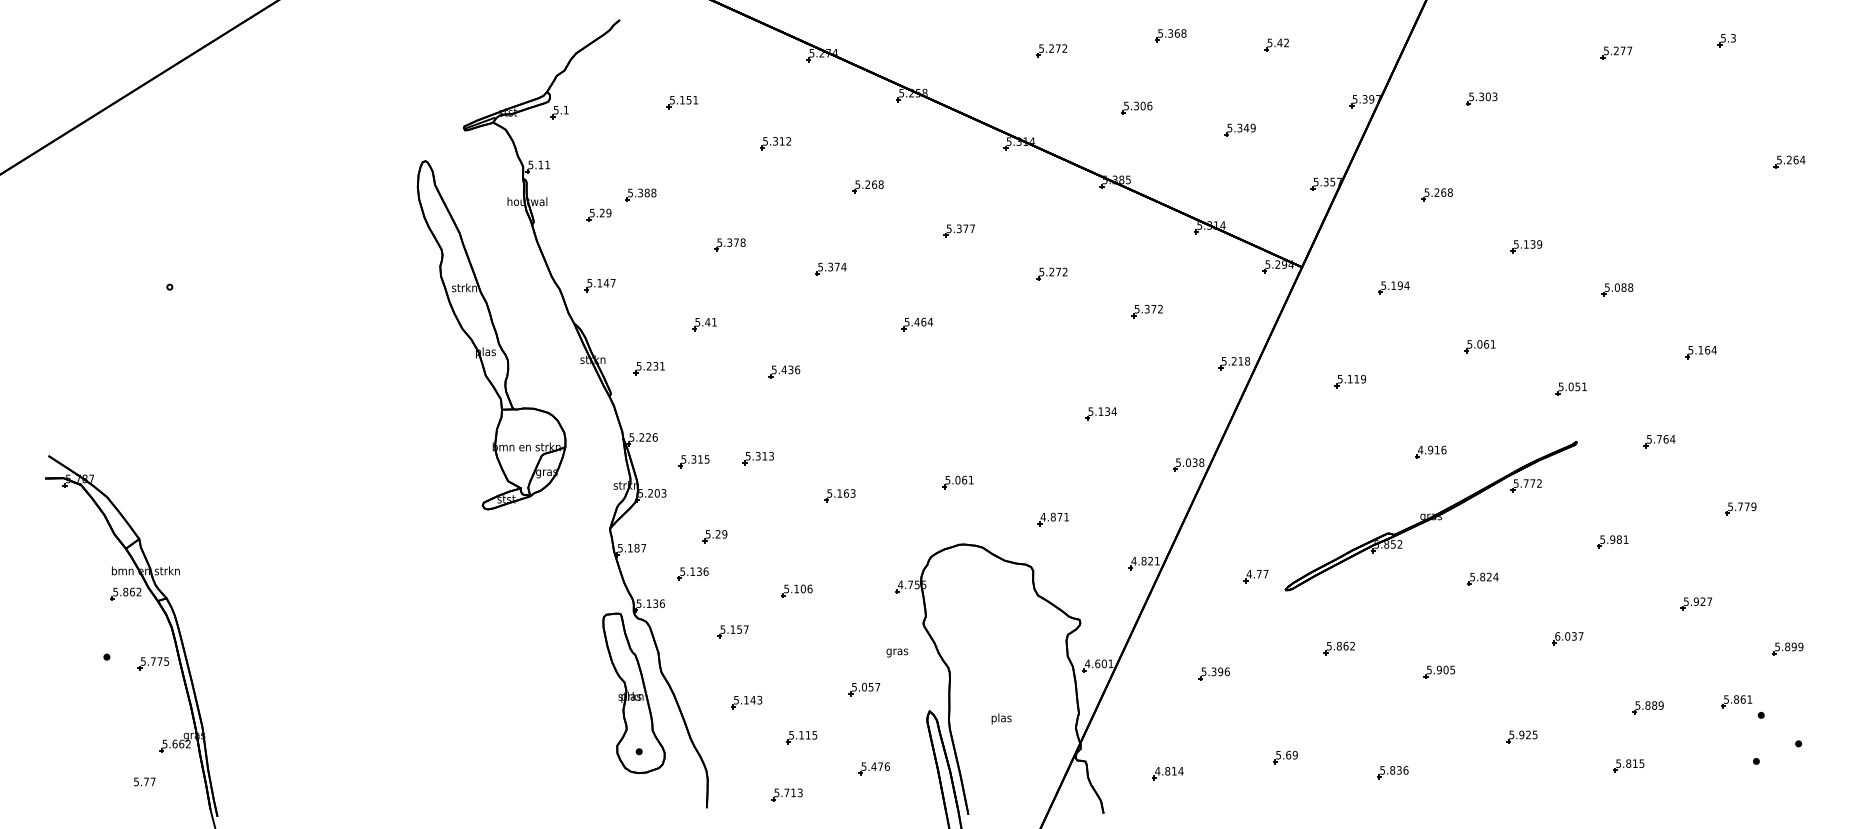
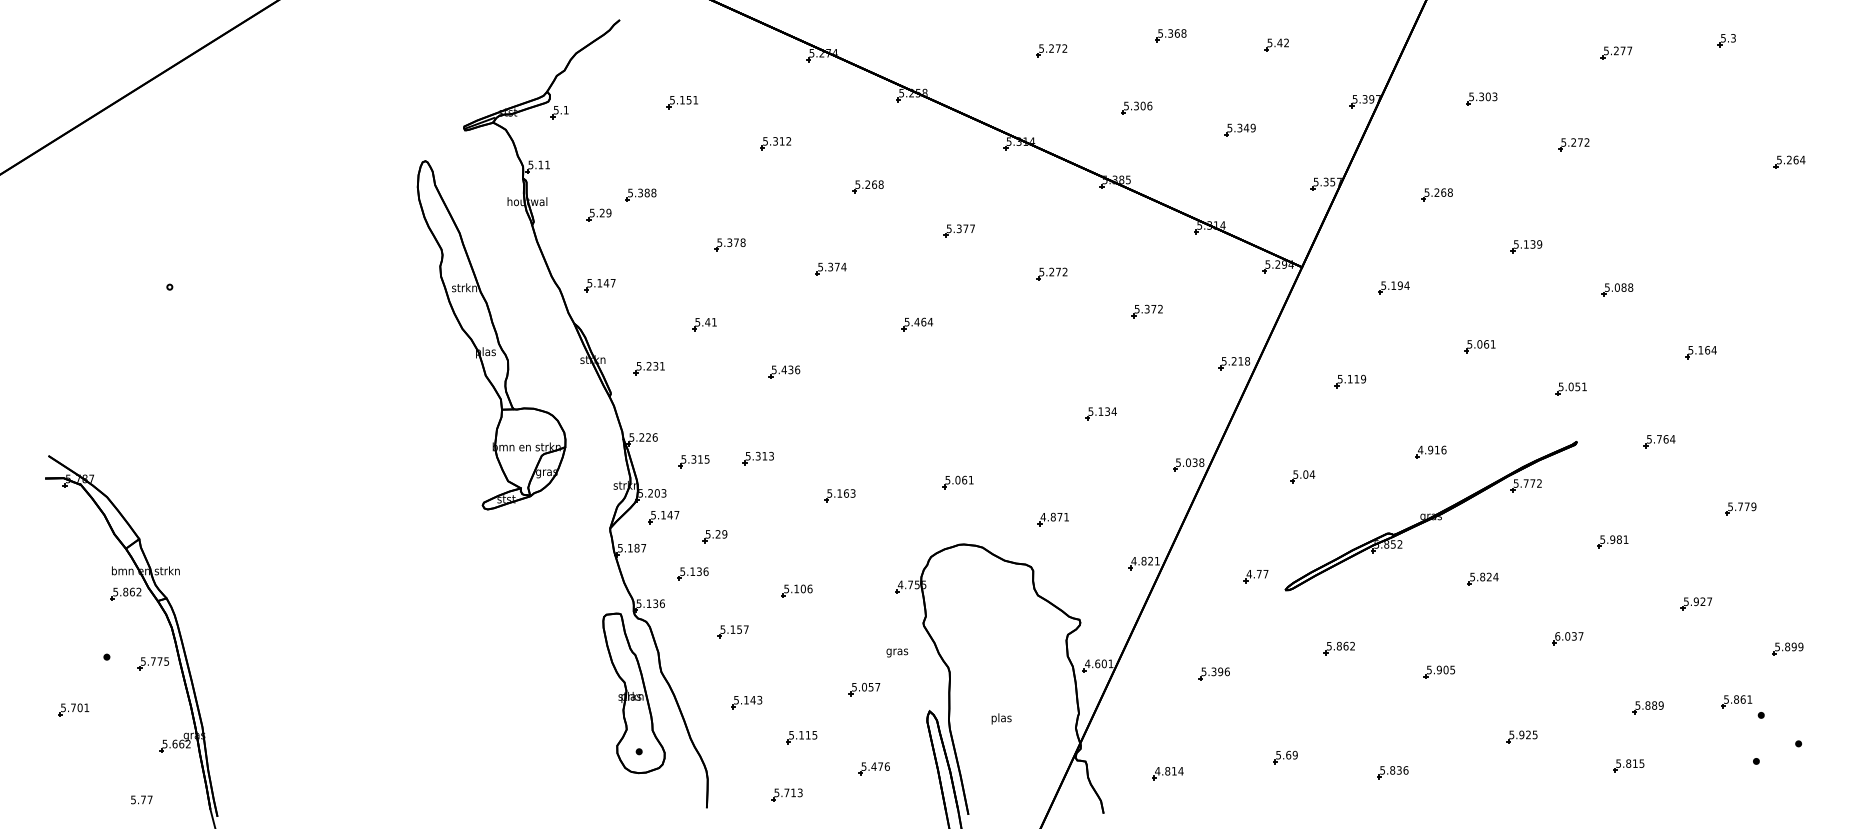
part at (1573, 144): none -> present
part at (1302, 476): none -> present
part at (663, 517): none -> present
part at (73, 709): none -> present
text at (144, 781) position: (144, 781) -> (141, 799)
